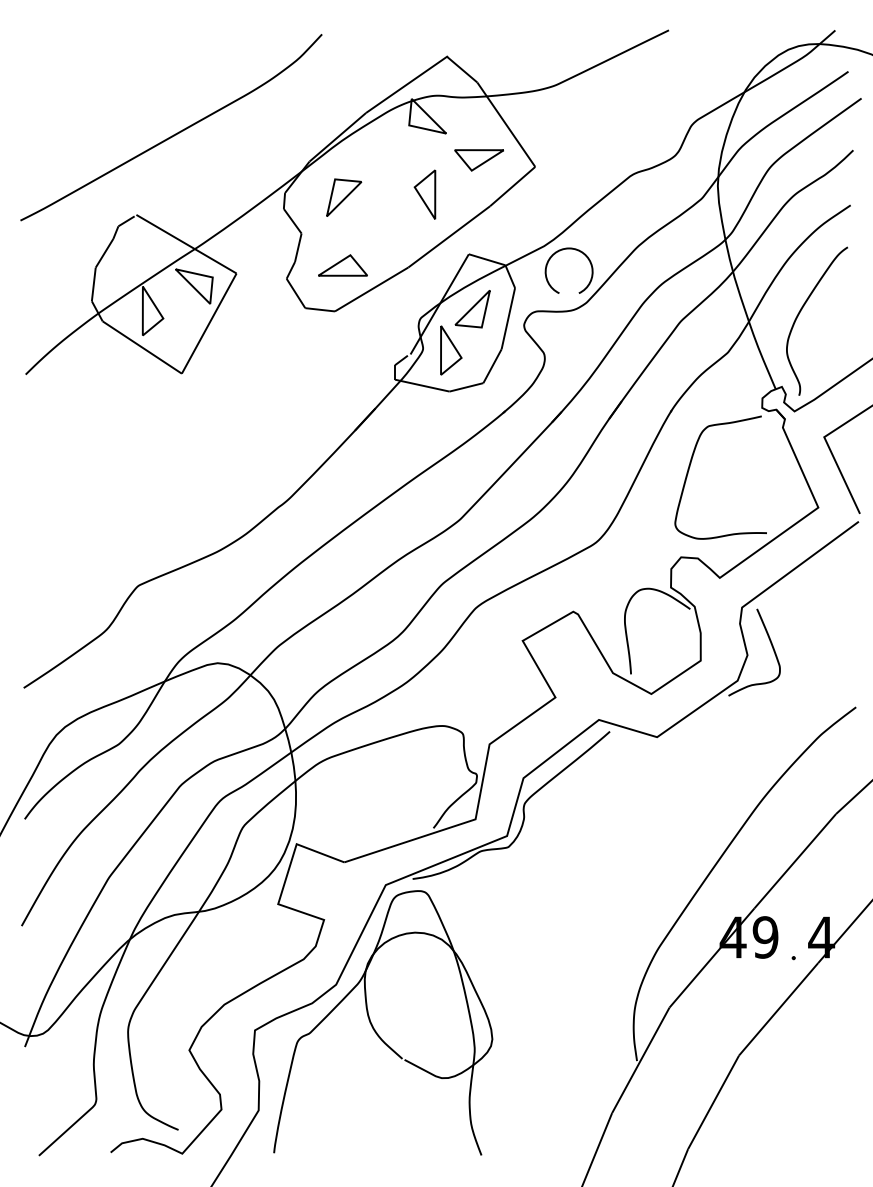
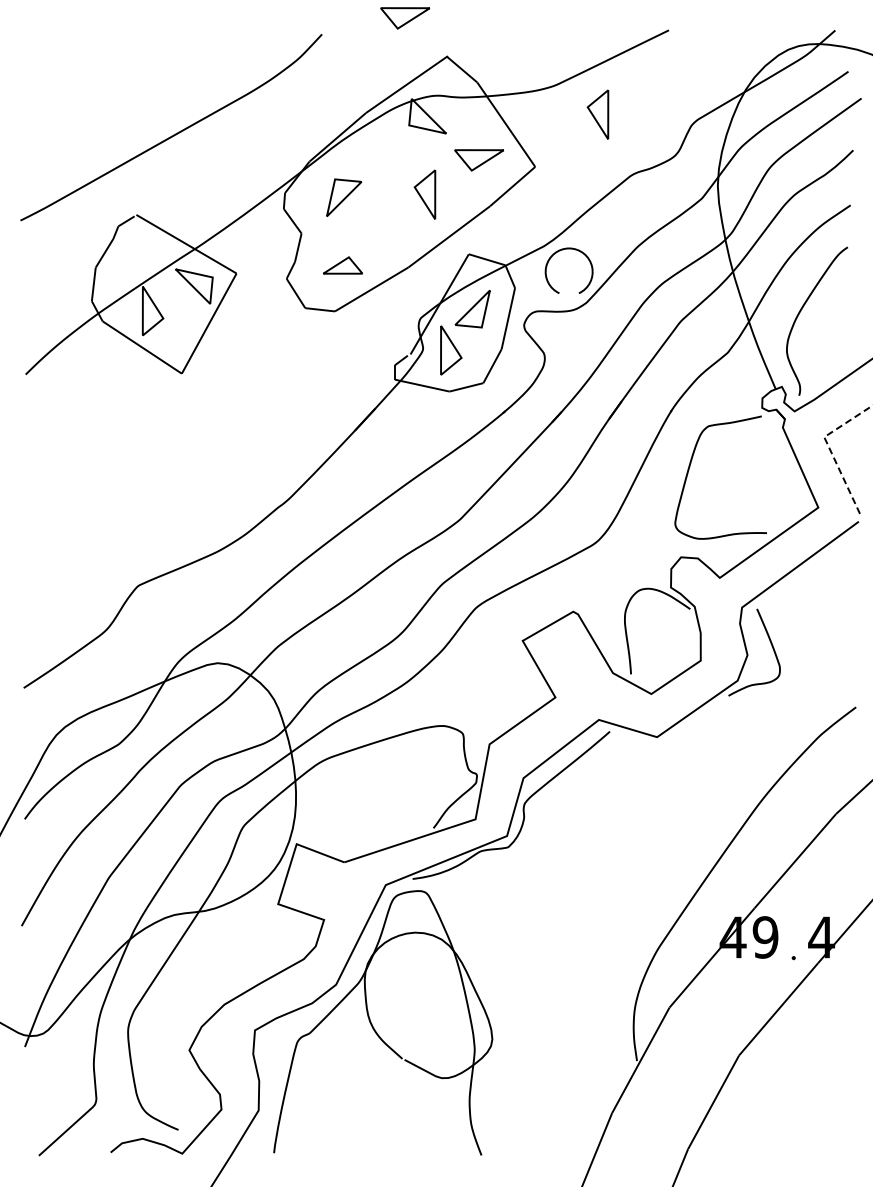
part at (404, 18): none -> present
part at (597, 114): none -> present
part at (342, 265) size: 50x23 px -> 40x19 px
line at (829, 448): solid -> dashed
